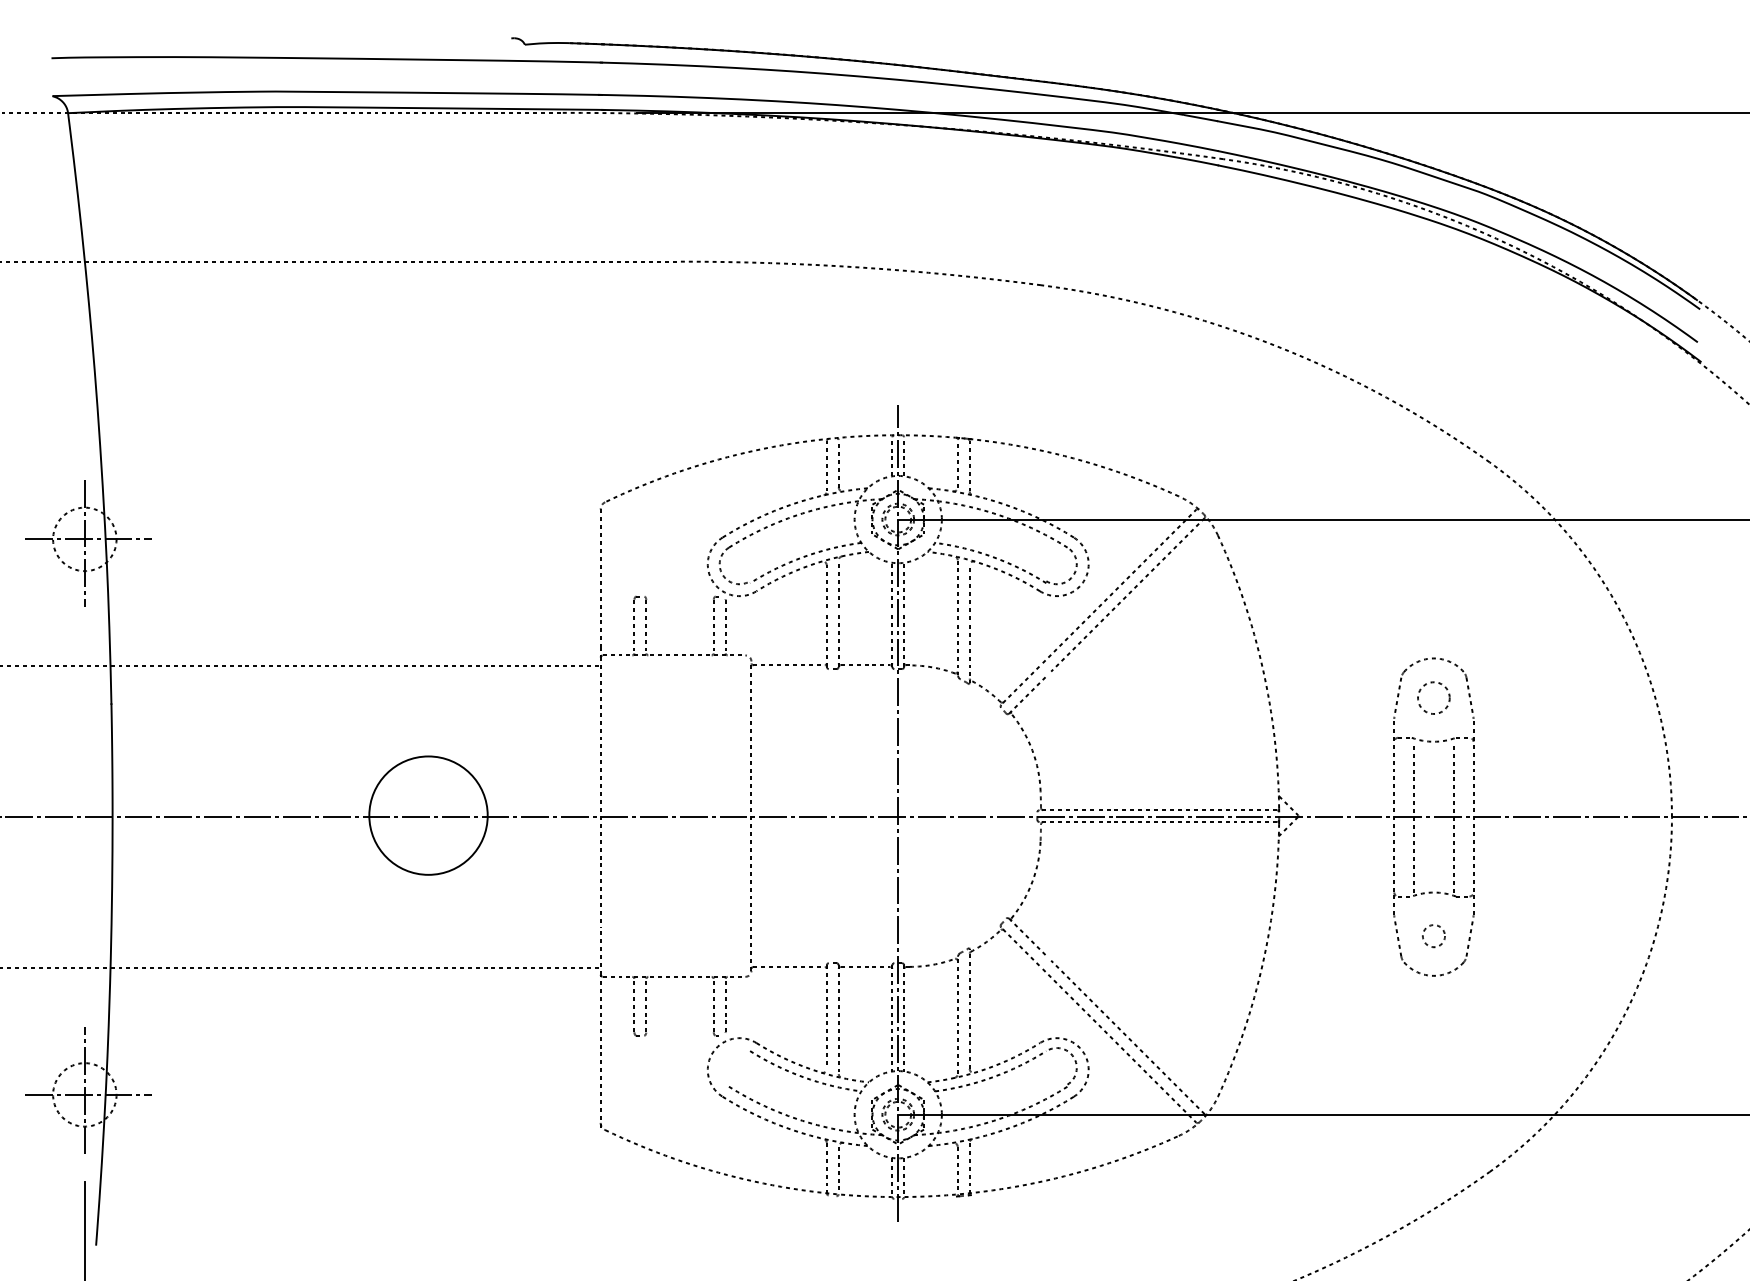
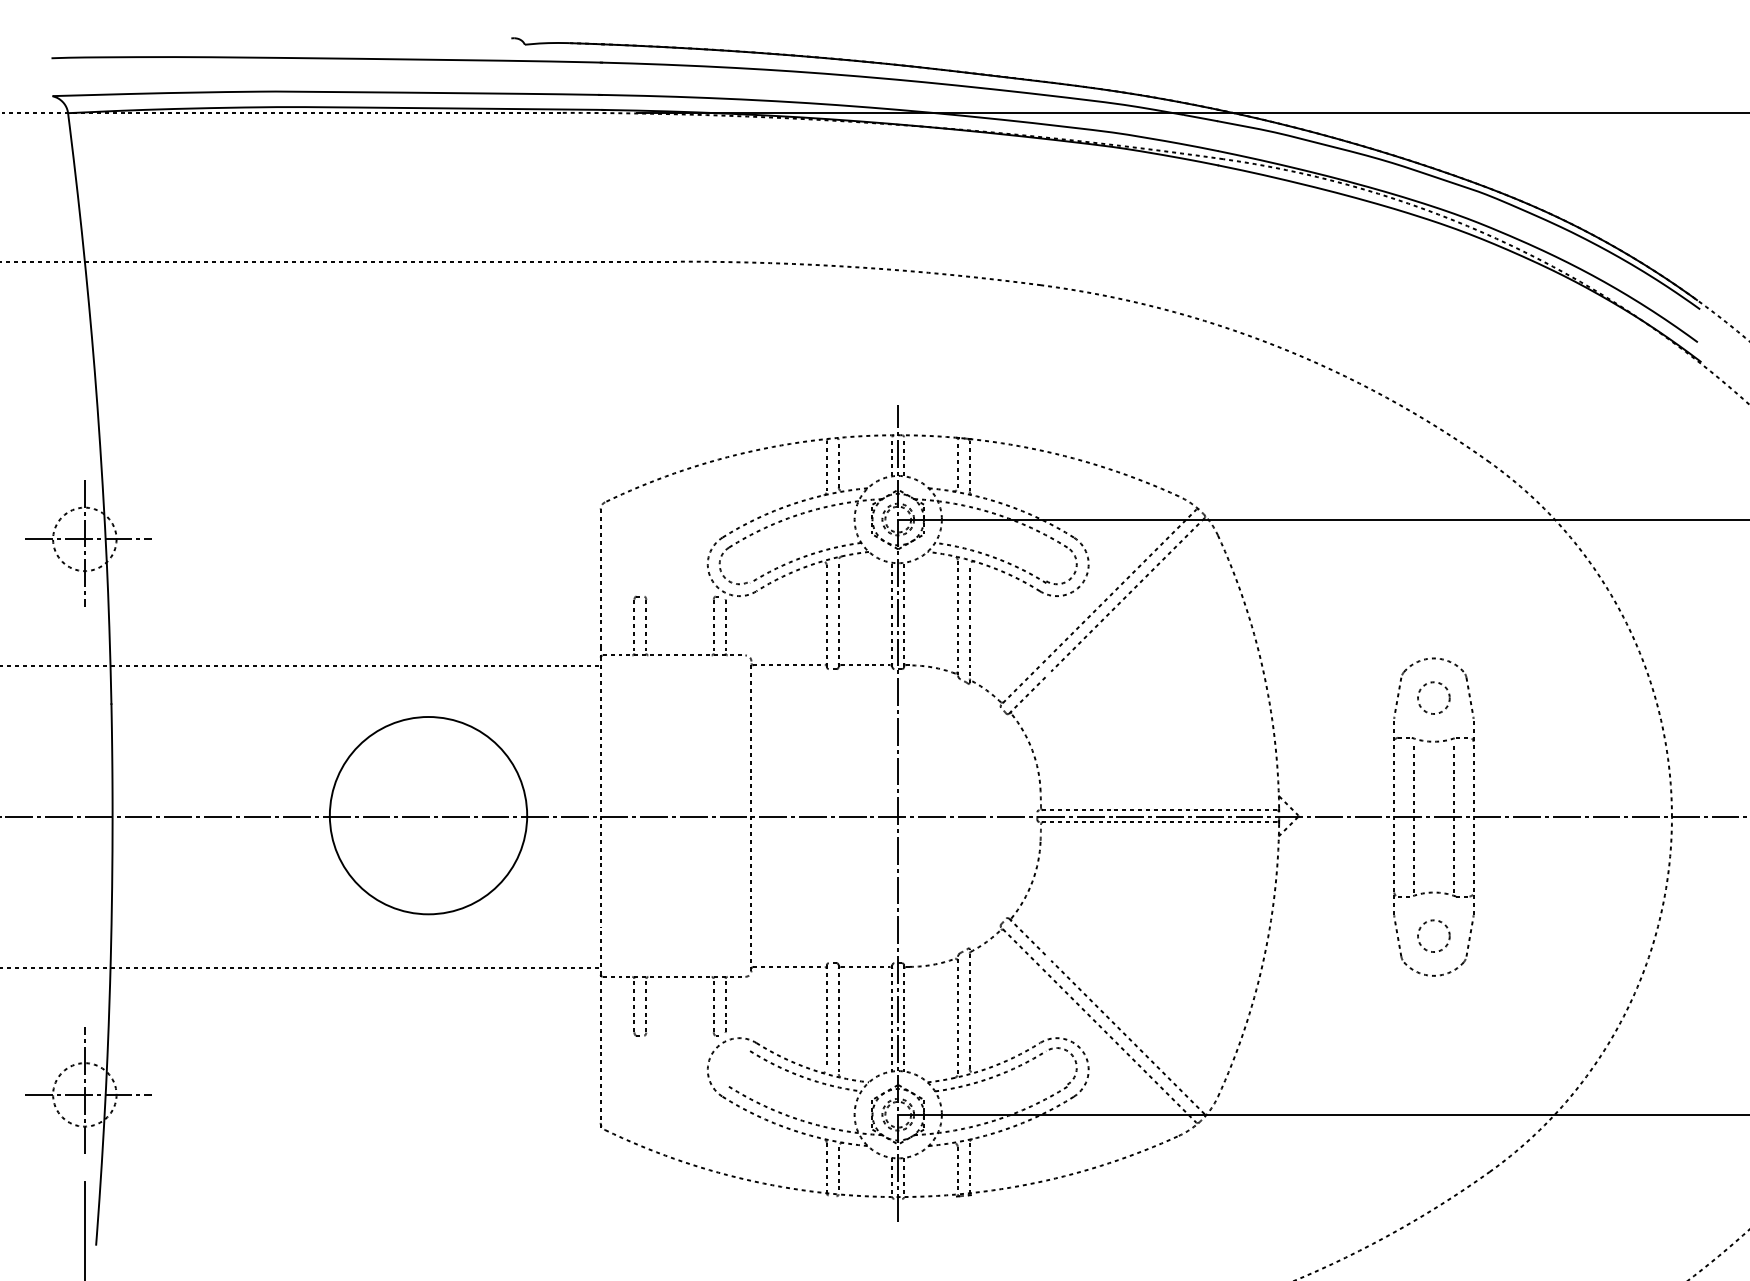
circle at (428, 815) diameter: 118 px -> 197 px
circle at (1433, 936) size: 24x25 px -> 34x34 px
